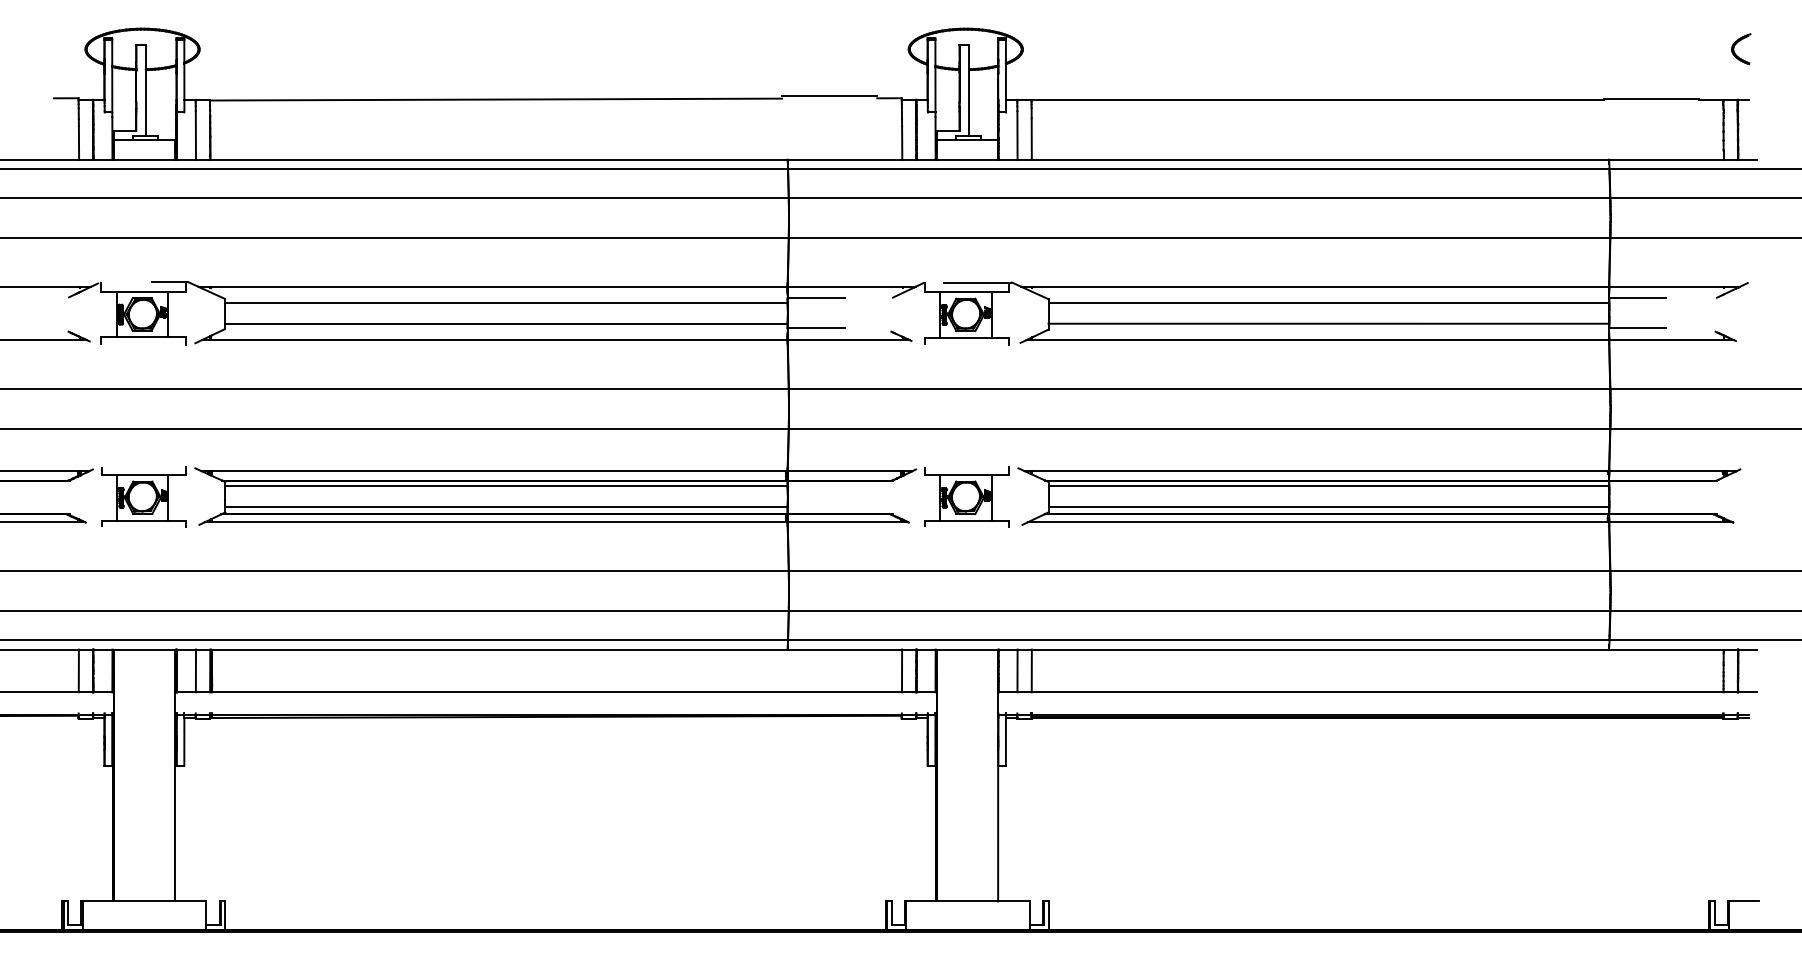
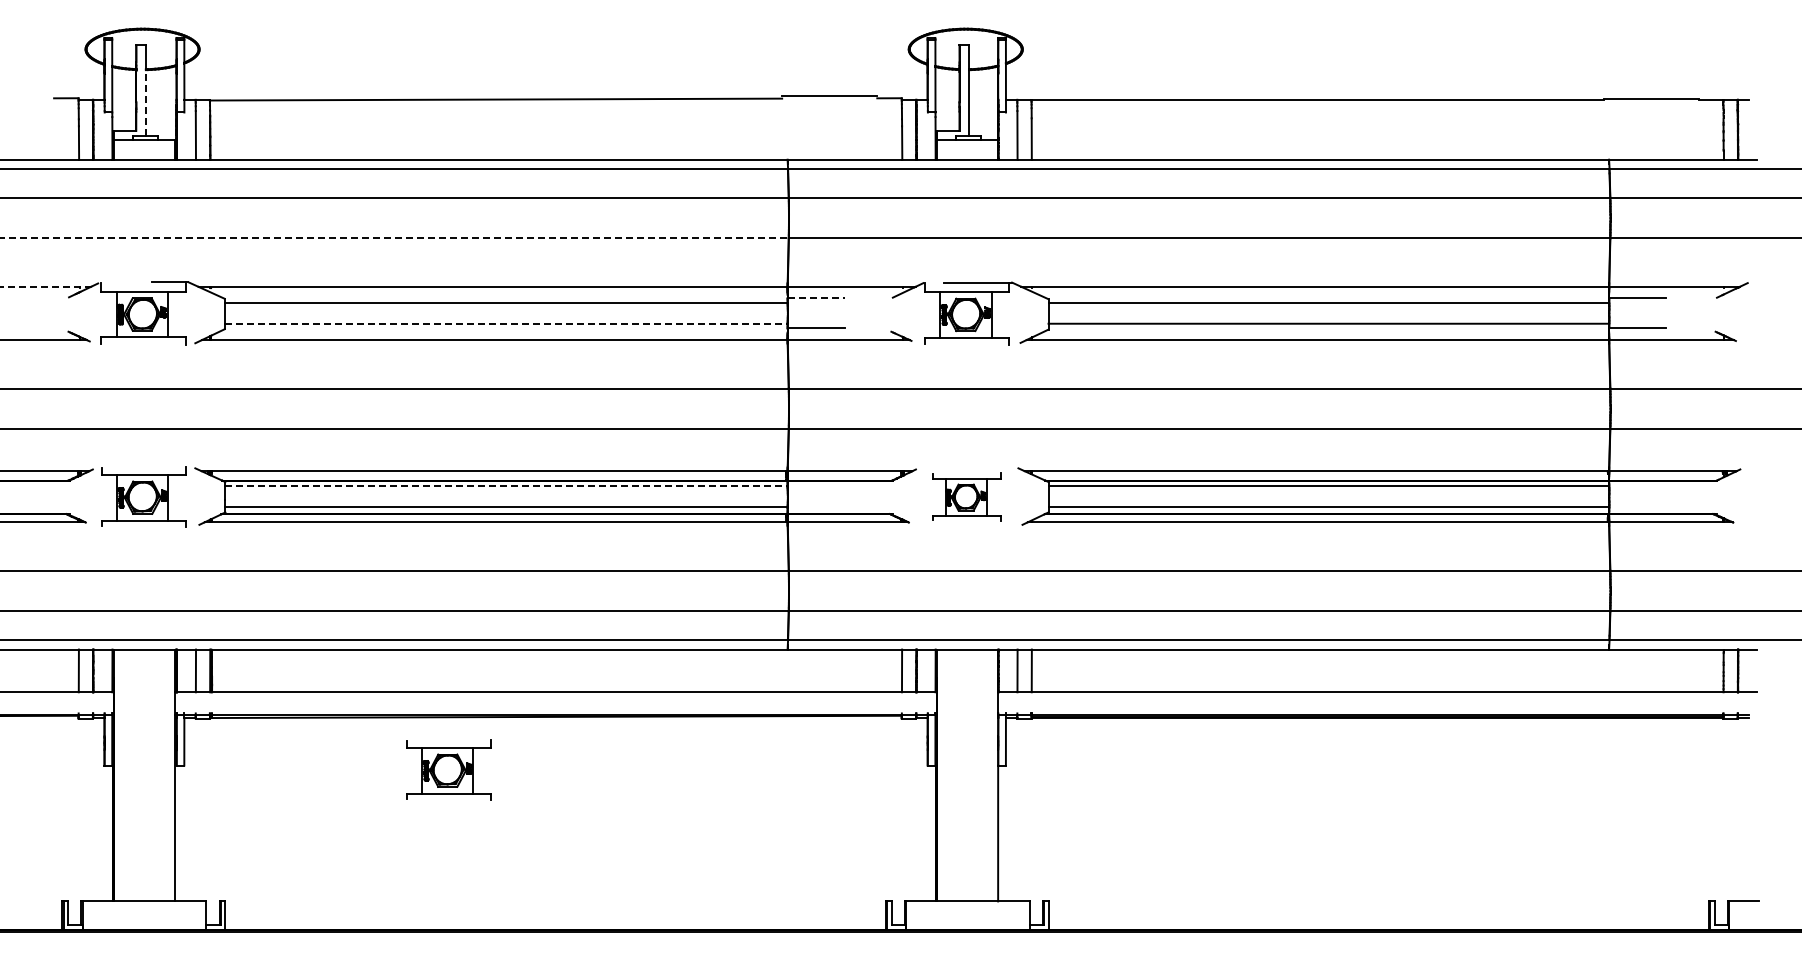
part at (1734, 49): present -> none
line at (145, 102): solid -> dashed
line at (395, 238): solid -> dashed
line at (46, 286): solid -> dashed
line at (816, 298): solid -> dashed
line at (506, 323): solid -> dashed
line at (507, 485): solid -> dashed
part at (966, 496) size: 86x62 px -> 70x50 px
part at (448, 769): none -> present
